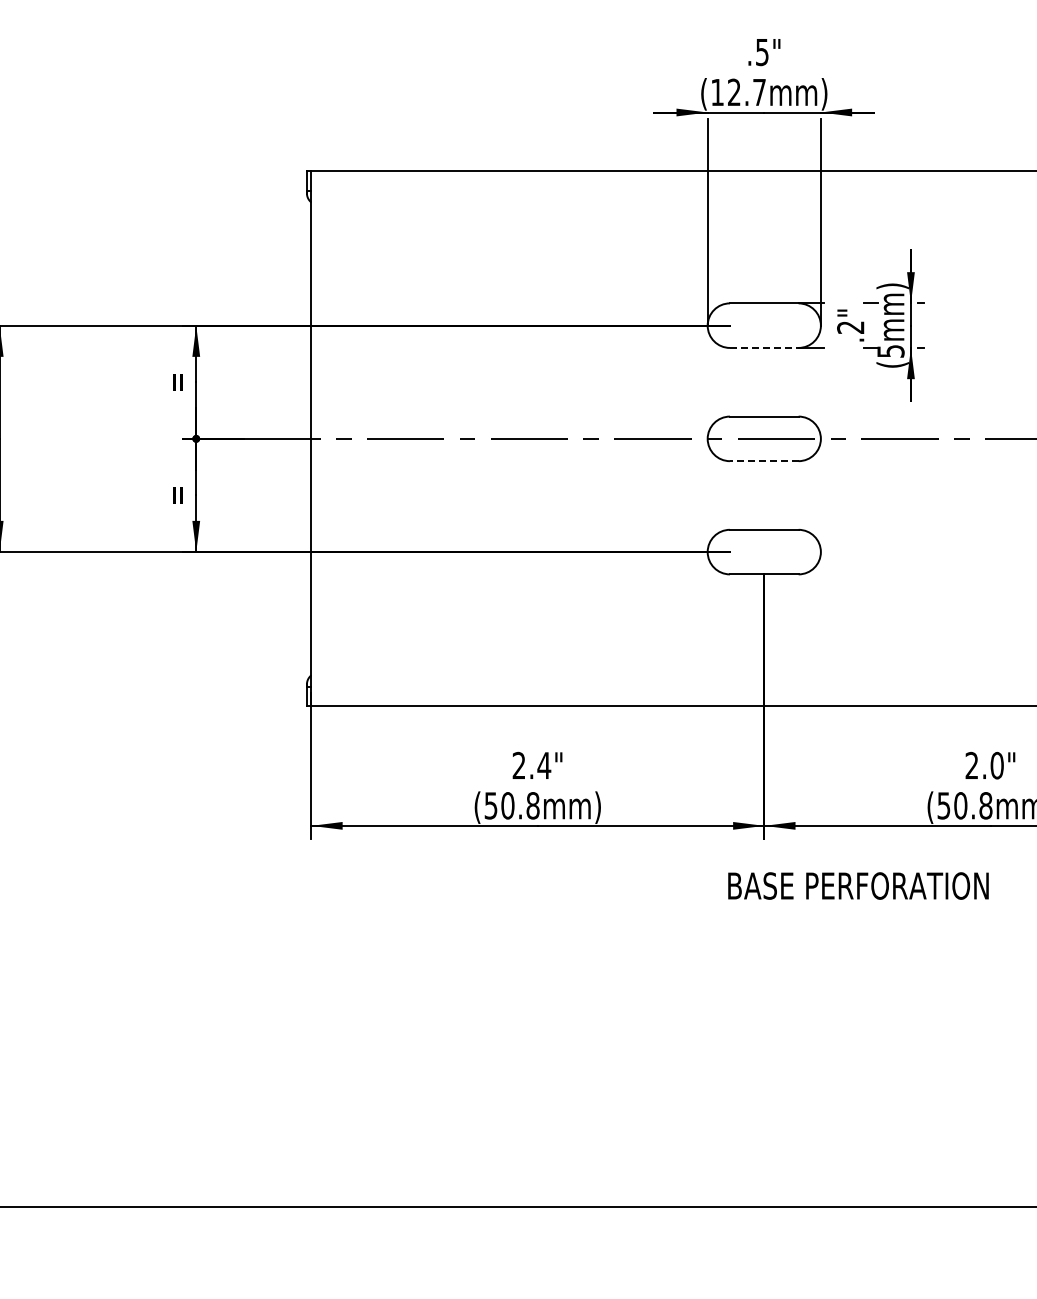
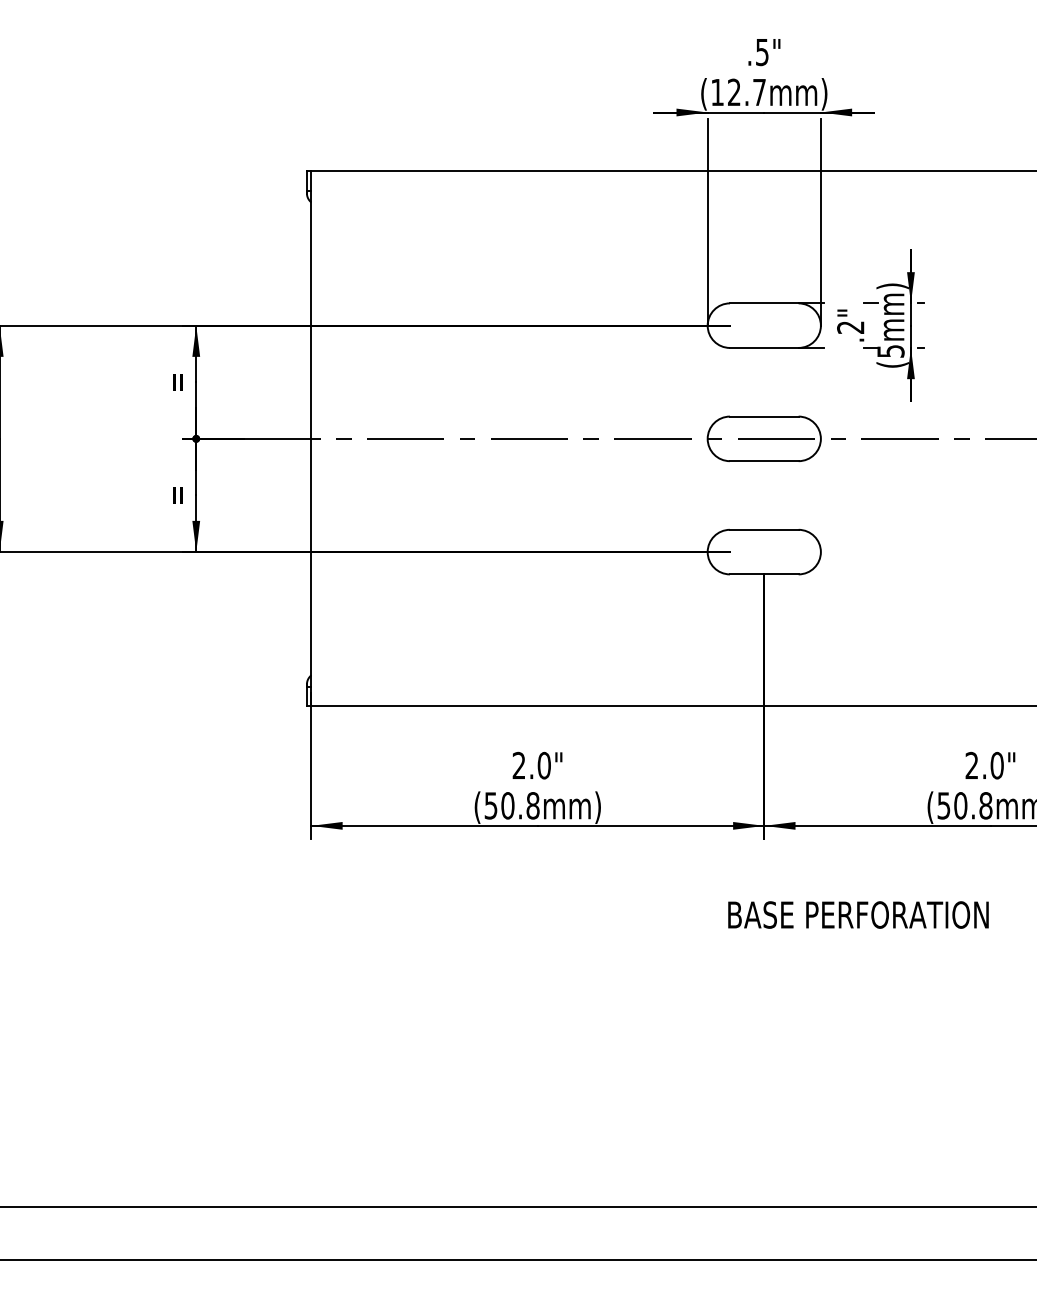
line at (764, 347): dashed -> solid
line at (763, 461): dashed -> solid
text at (544, 765): 2.4" -> 2.0"
text at (858, 885) position: (858, 885) -> (858, 914)
line at (517, 1260): none -> present
